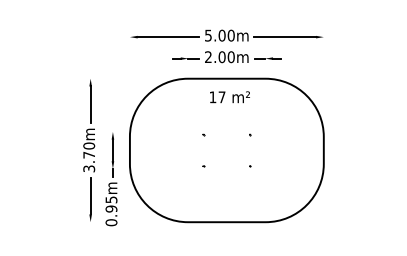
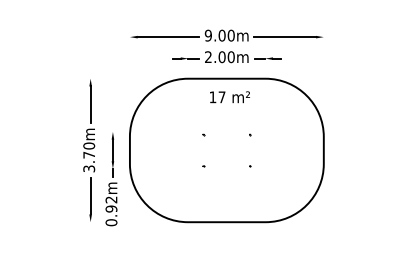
text at (207, 35): 5.00m -> 9.00m
text at (111, 199): 0.95m -> 0.92m
